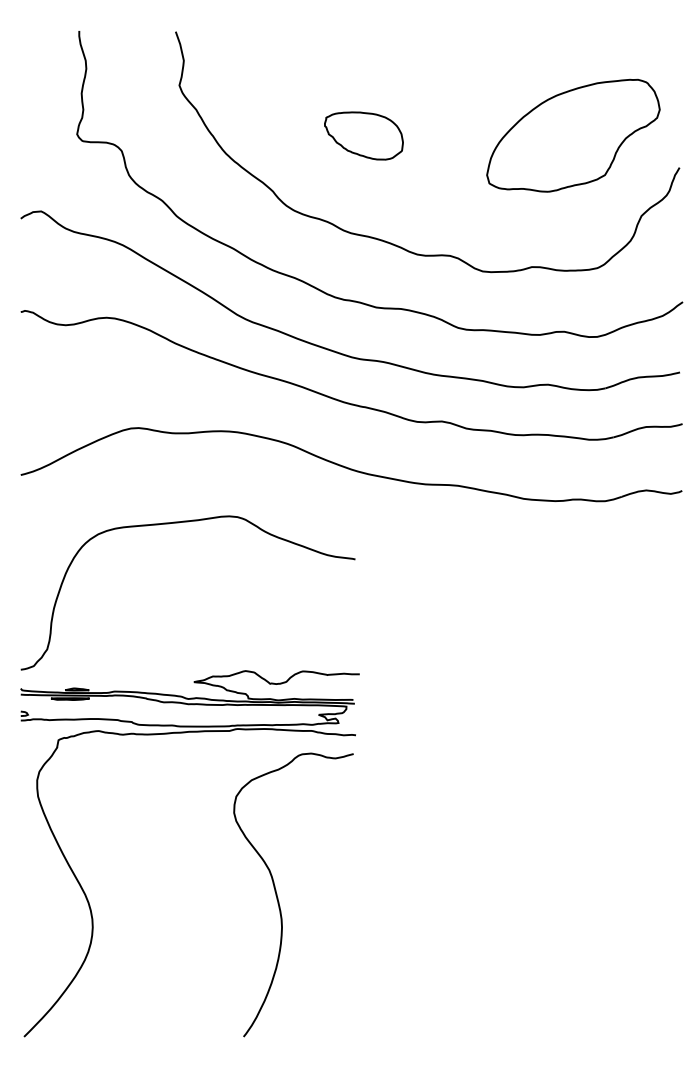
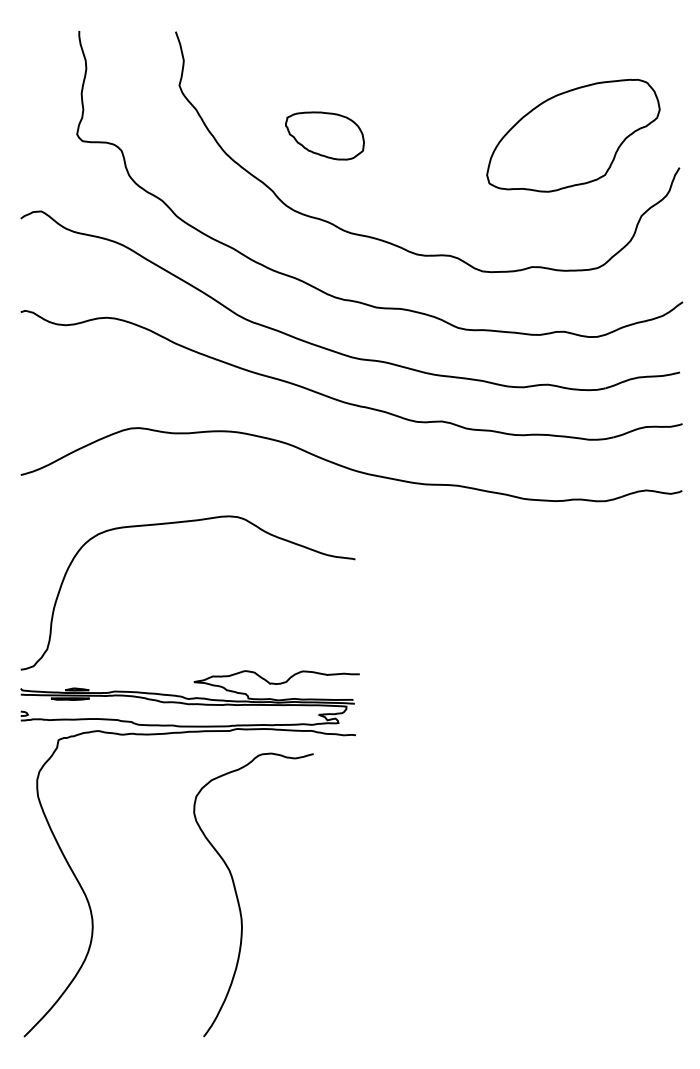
part at (363, 135) position: (363, 135) -> (324, 135)
curve at (278, 897) position: (278, 897) -> (238, 897)
